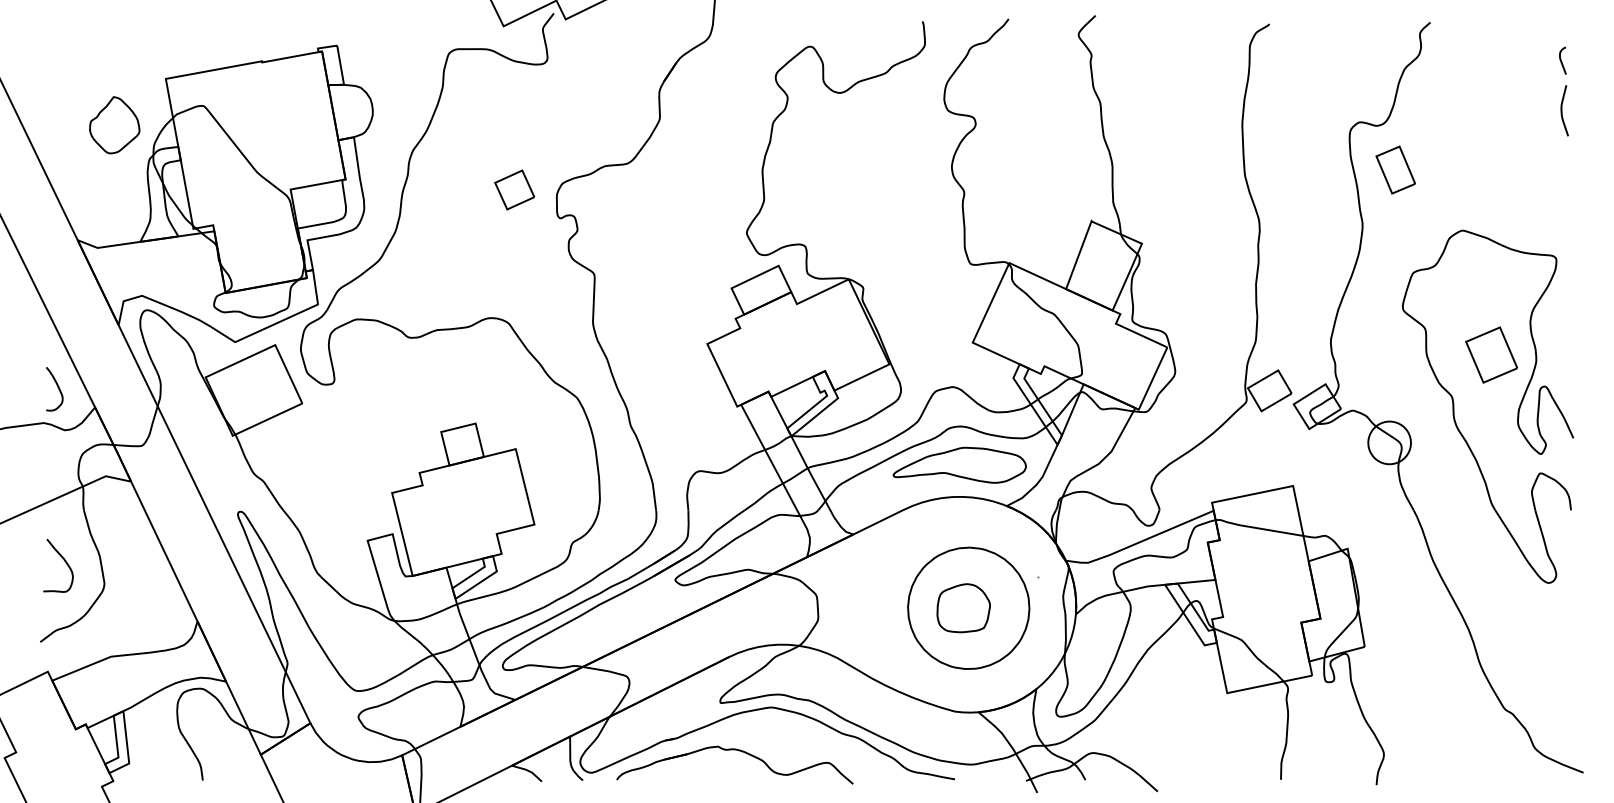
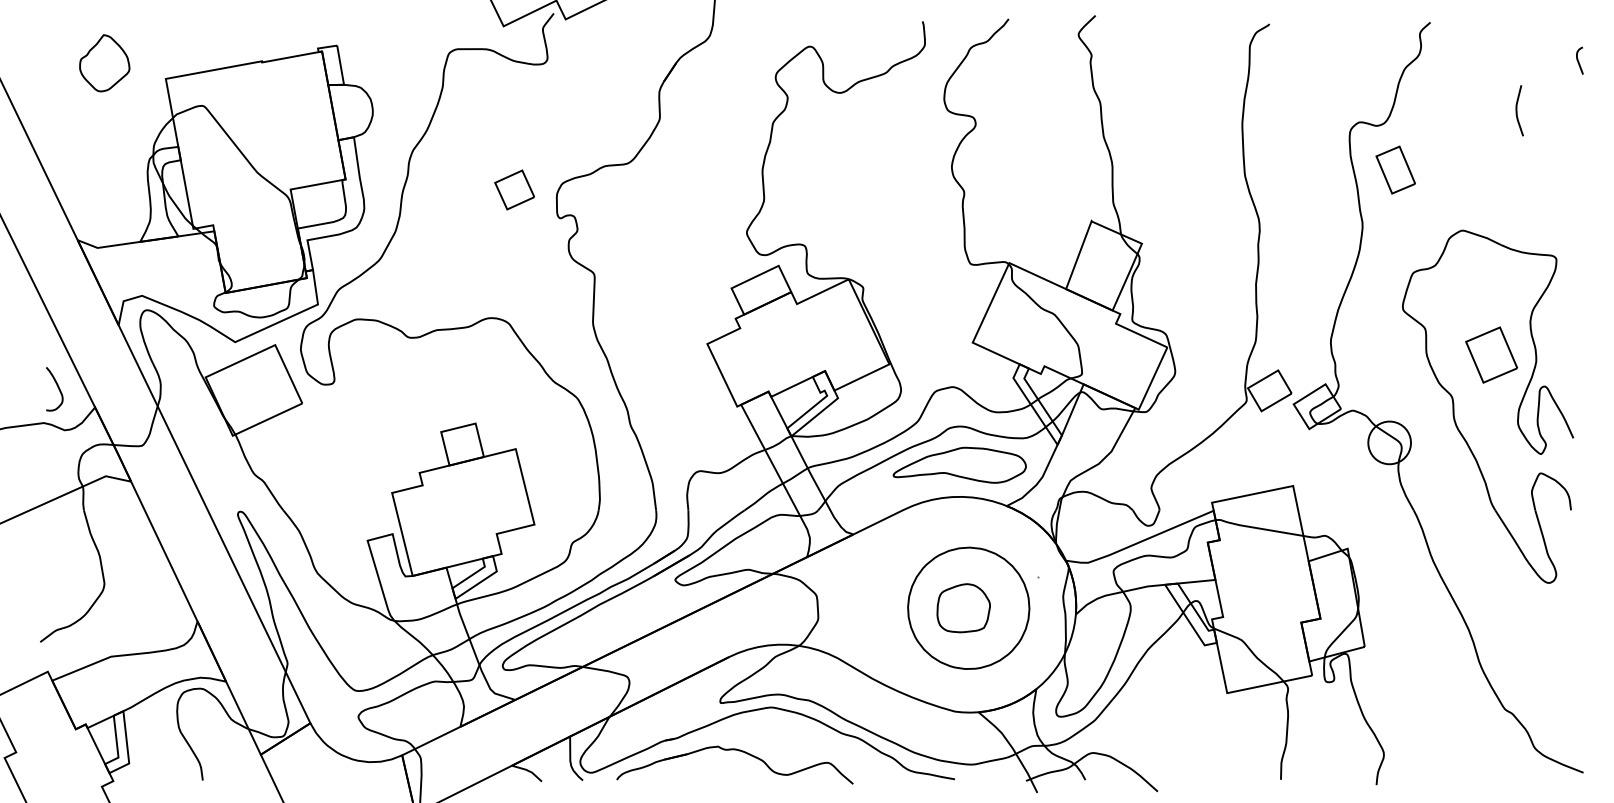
curve at (1561, 60) position: (1561, 60) -> (1578, 60)
curve at (1562, 110) position: (1562, 110) -> (1517, 110)
part at (114, 125) position: (114, 125) -> (104, 63)
curve at (63, 560): present -> none
